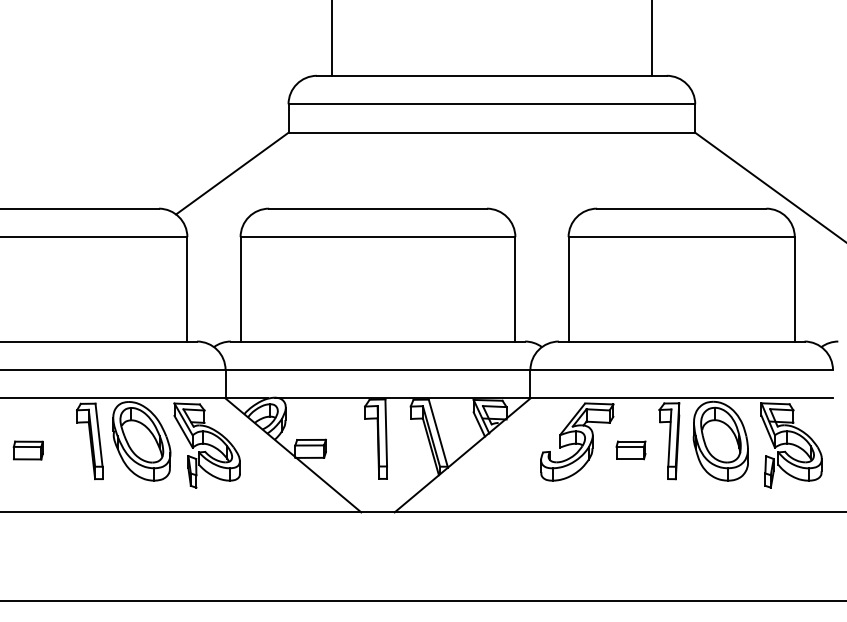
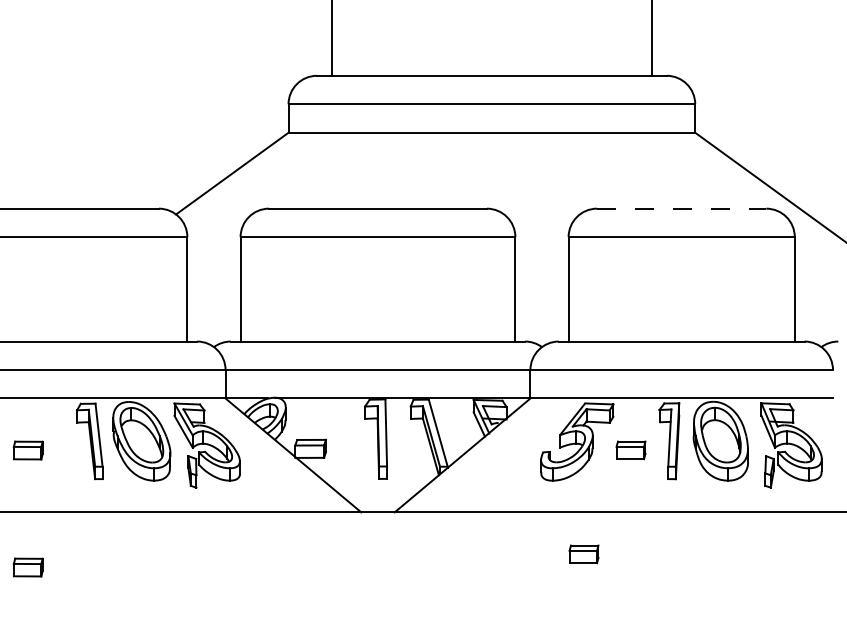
line at (681, 208): solid -> dashed
part at (583, 554): none -> present
part at (27, 567): none -> present
line at (422, 601): present -> none
